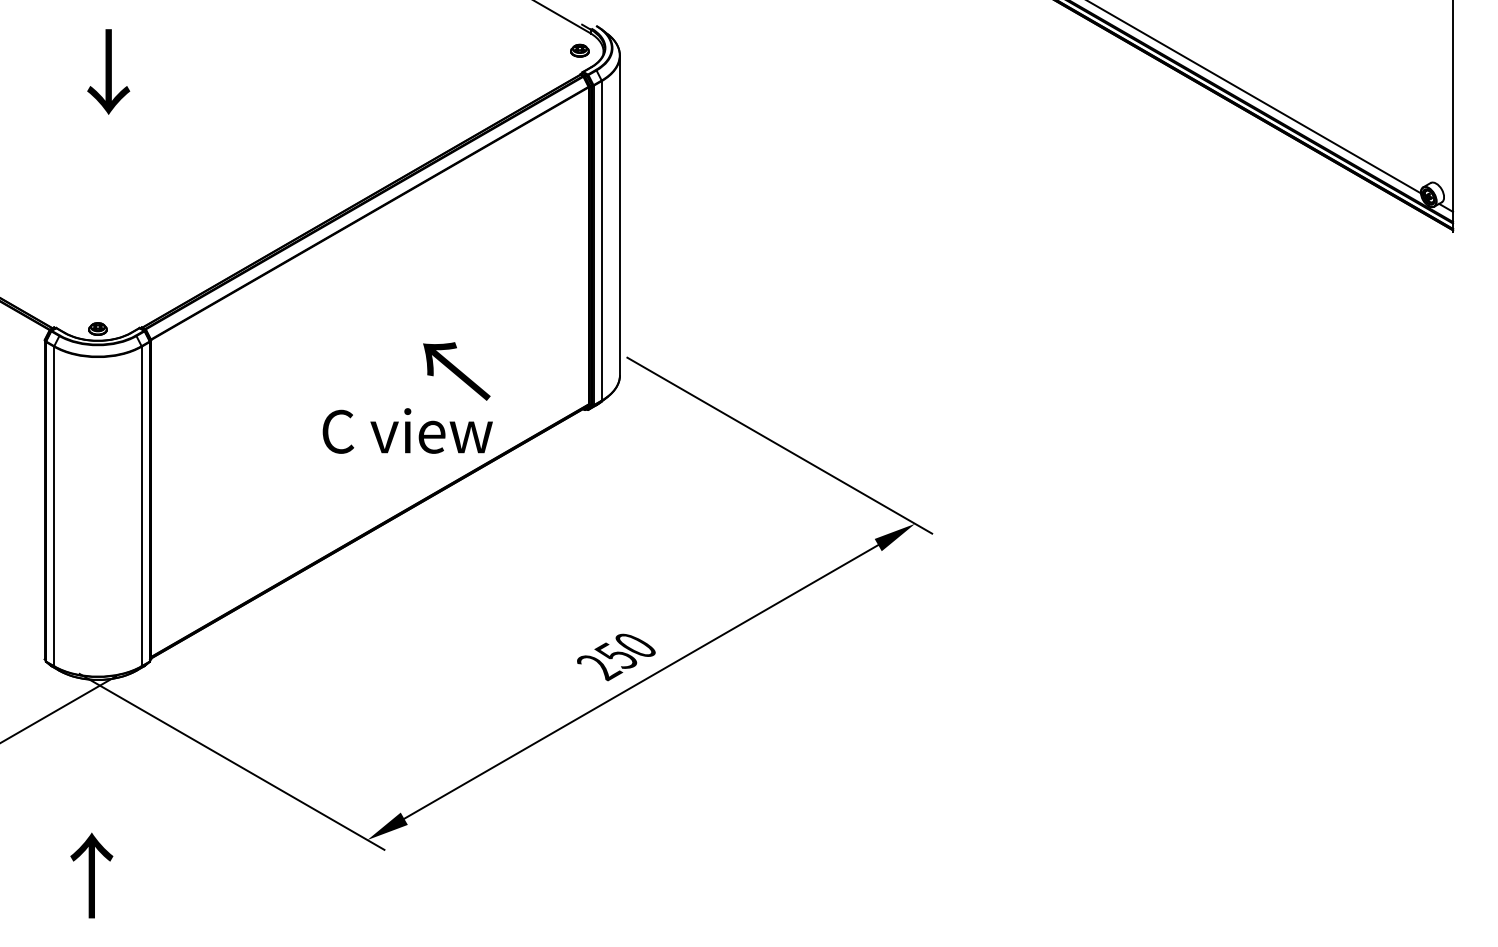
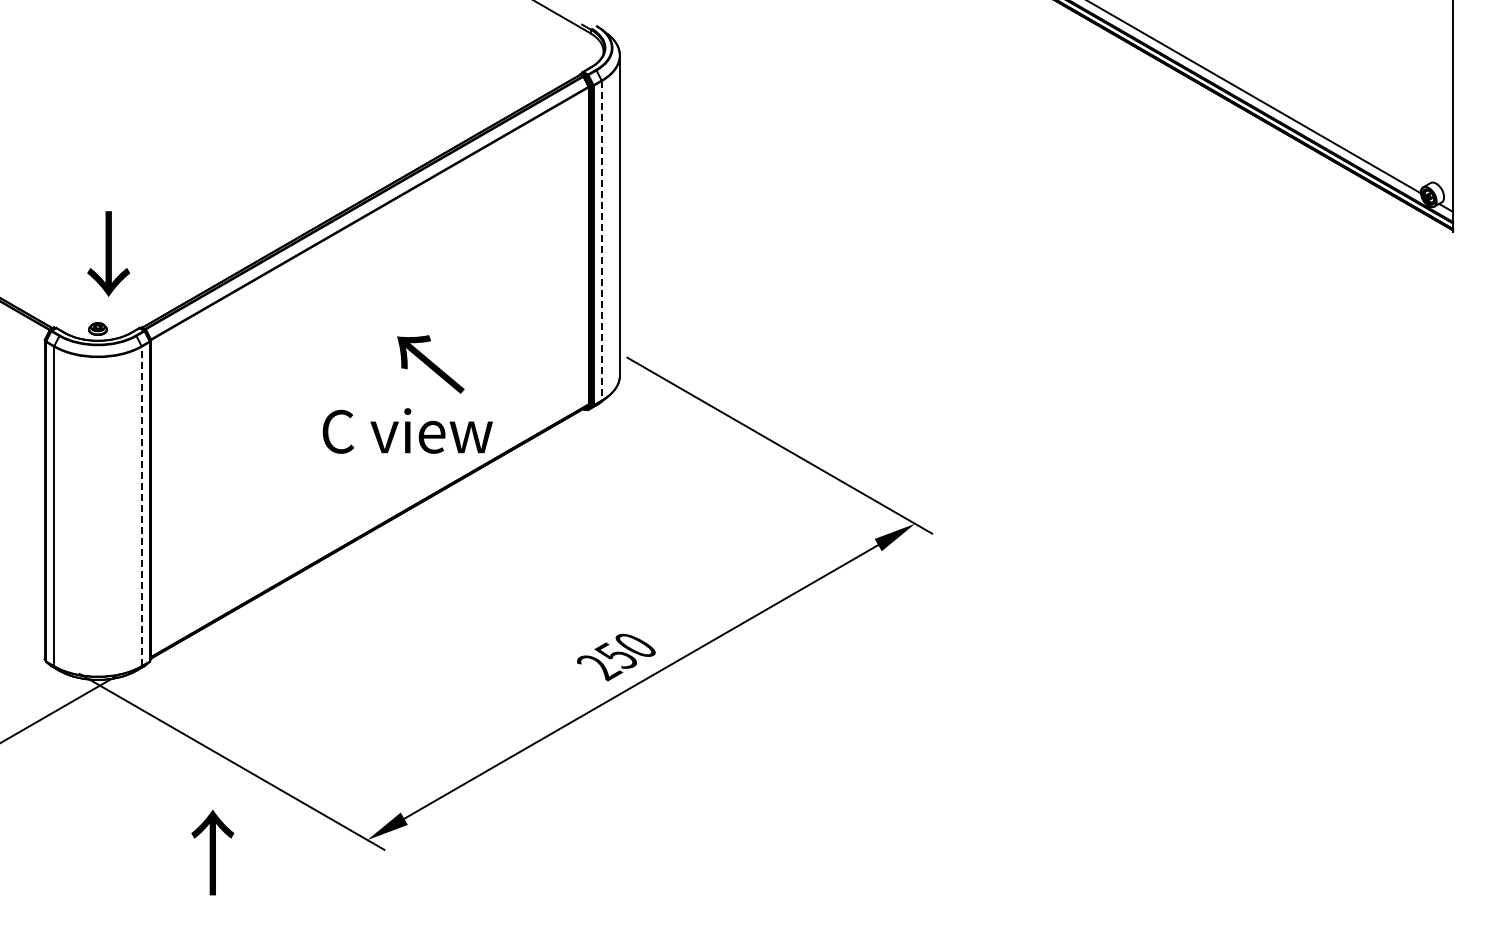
part at (579, 50): present -> none
text at (108, 71) position: (108, 71) -> (108, 253)
line at (601, 240): solid -> dashed
text at (456, 371) position: (456, 371) -> (430, 364)
line at (141, 506): solid -> dashed
text at (91, 875) position: (91, 875) -> (212, 852)
